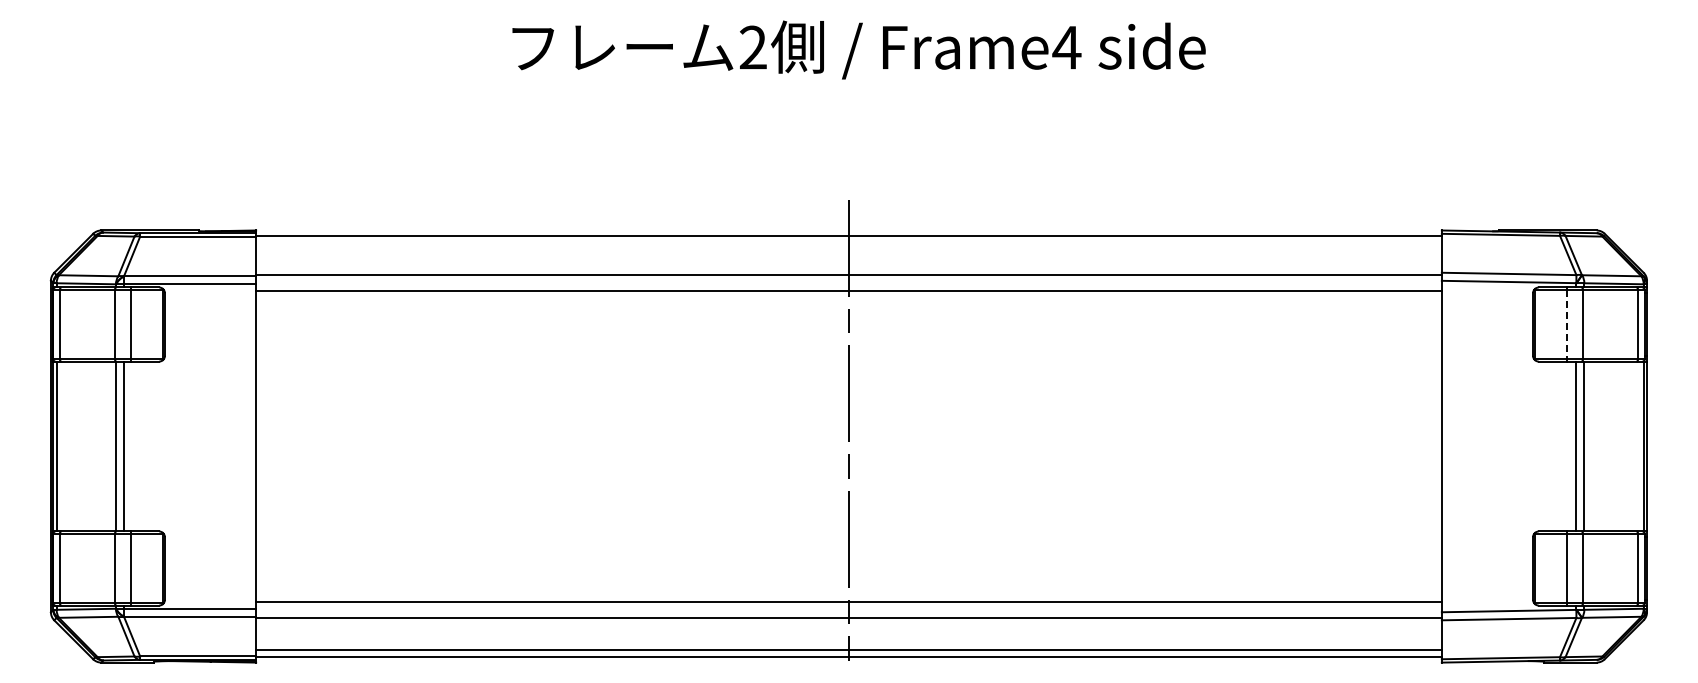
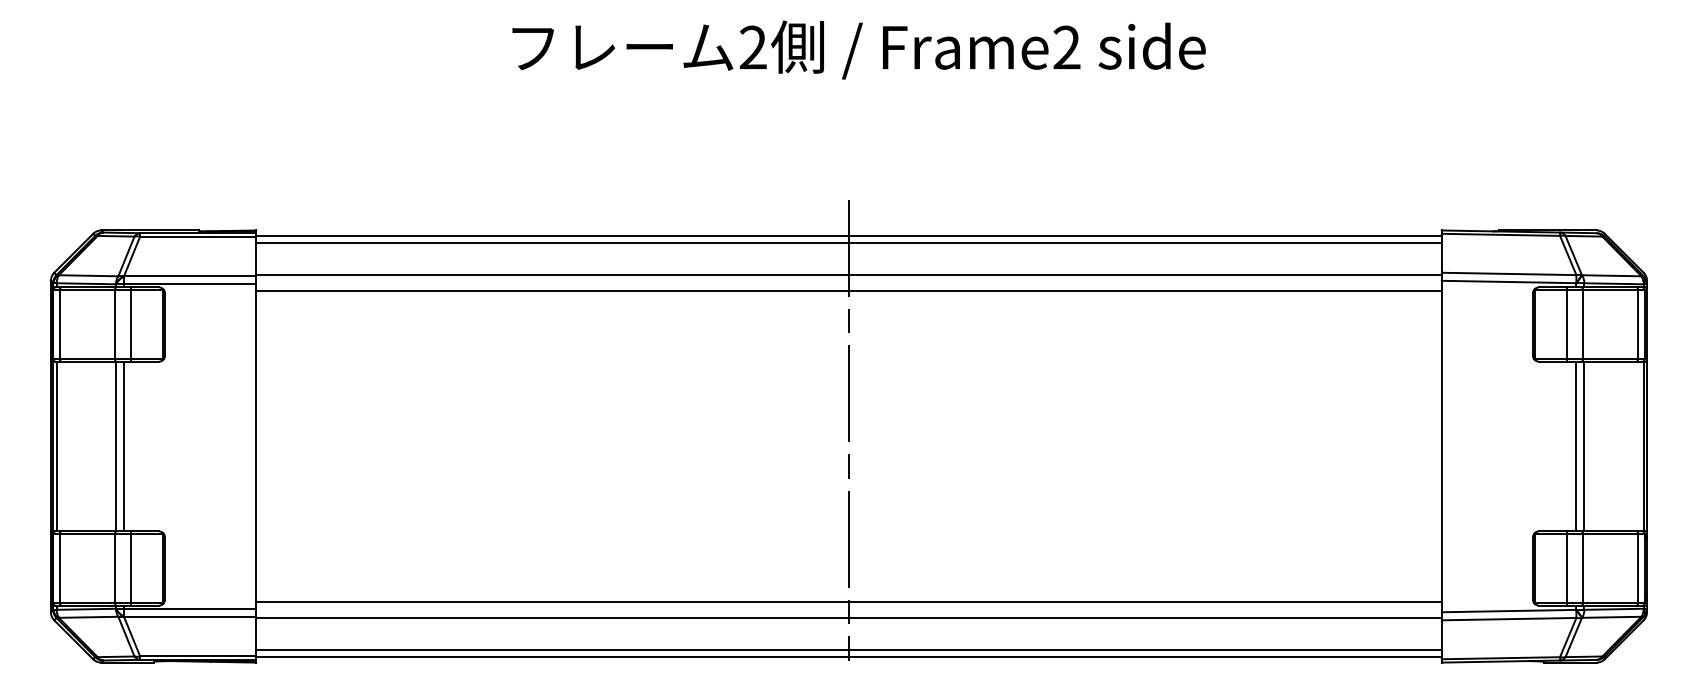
text at (1066, 47): Frame4 -> Frame2
line at (848, 242): none -> present
line at (1566, 324): dashed -> solid
